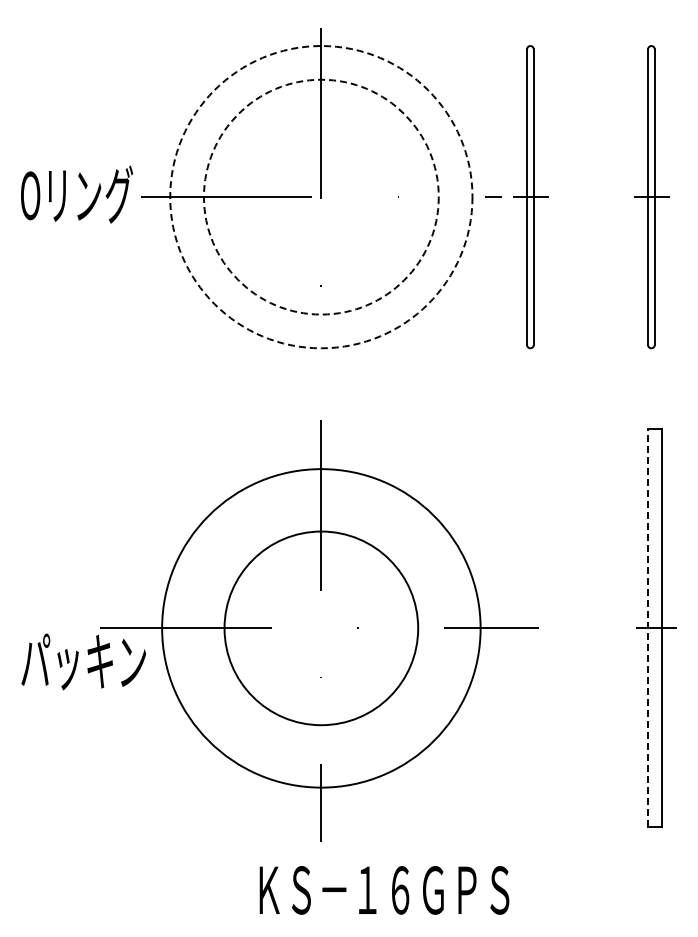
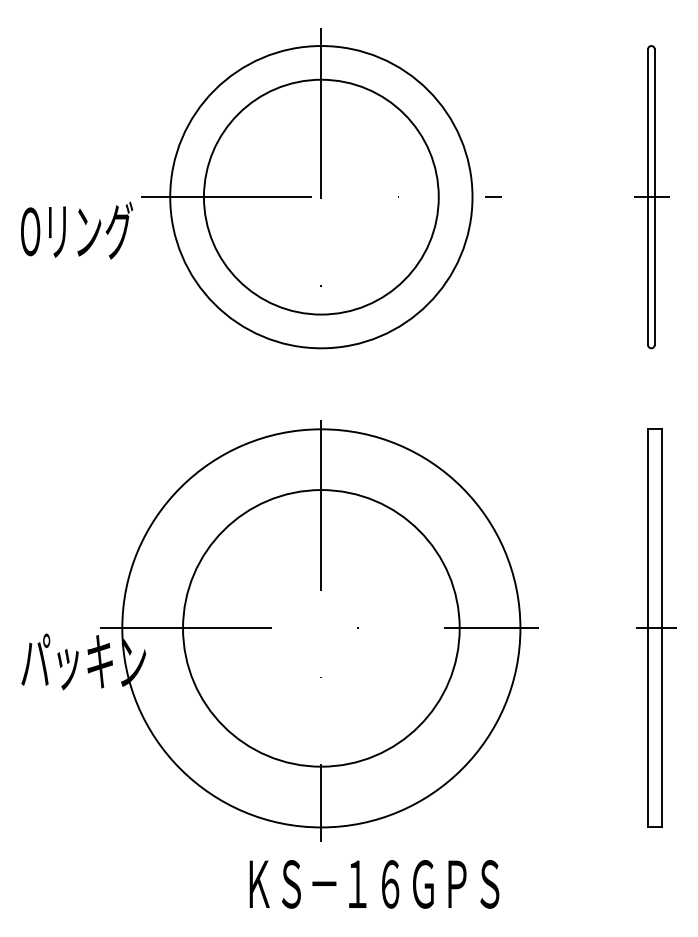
text at (77, 194) position: (77, 194) -> (77, 230)
circle at (320, 196): dashed -> solid
circle at (321, 197): dashed -> solid
part at (530, 197): present -> none
line at (648, 627): dashed -> solid
circle at (321, 628) diameter: 194 px -> 277 px
circle at (321, 628) diameter: 318 px -> 398 px
text at (384, 890) position: (384, 890) -> (374, 884)
